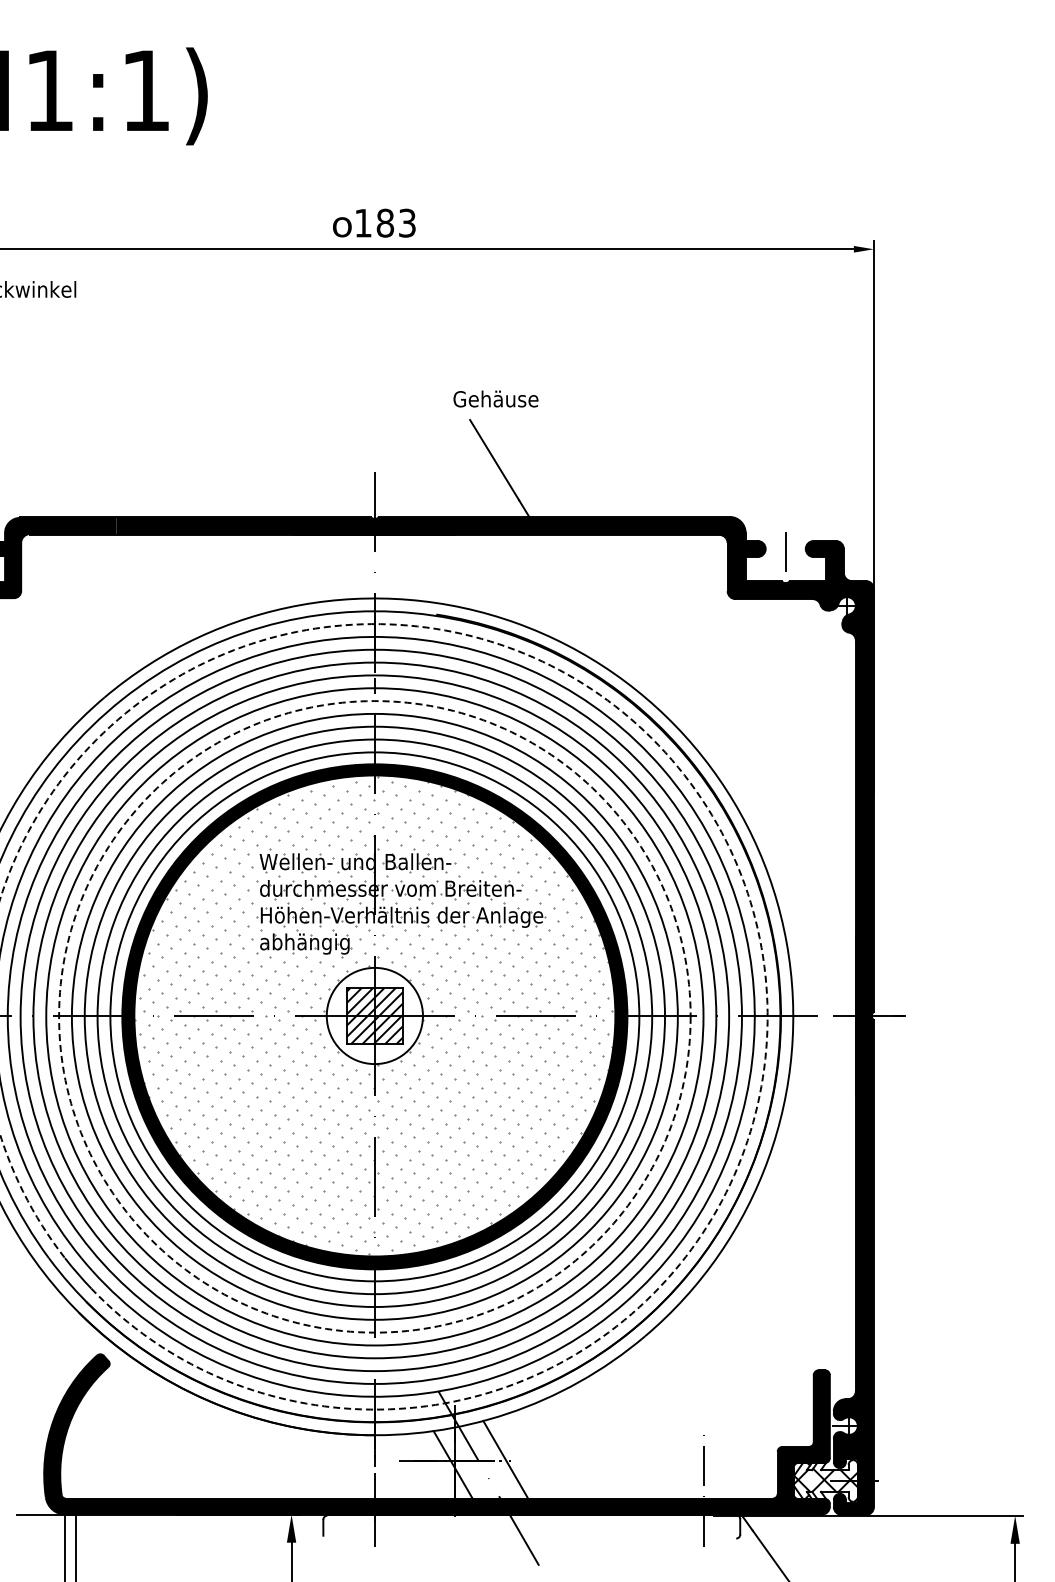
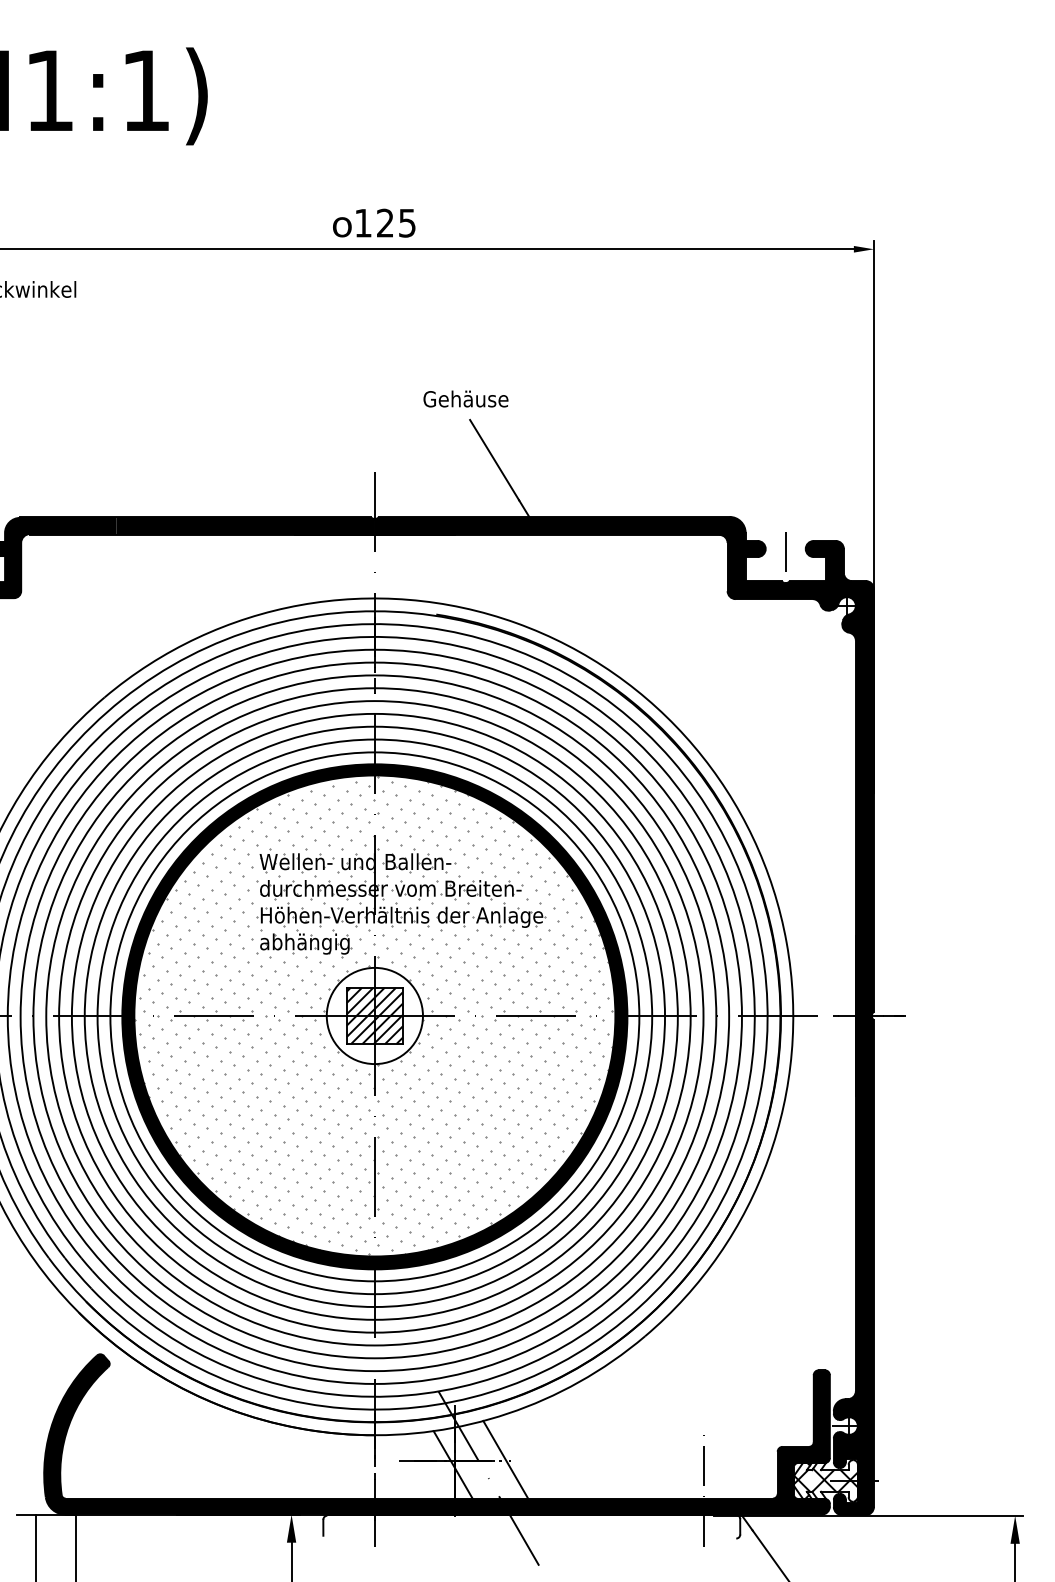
text at (395, 222): 183 -> 125
text at (495, 398) position: (495, 398) -> (465, 398)
arc at (734, 858): dashed -> solid
circle at (374, 1016): dashed -> solid
line at (65, 1546) position: (65, 1546) -> (36, 1546)
